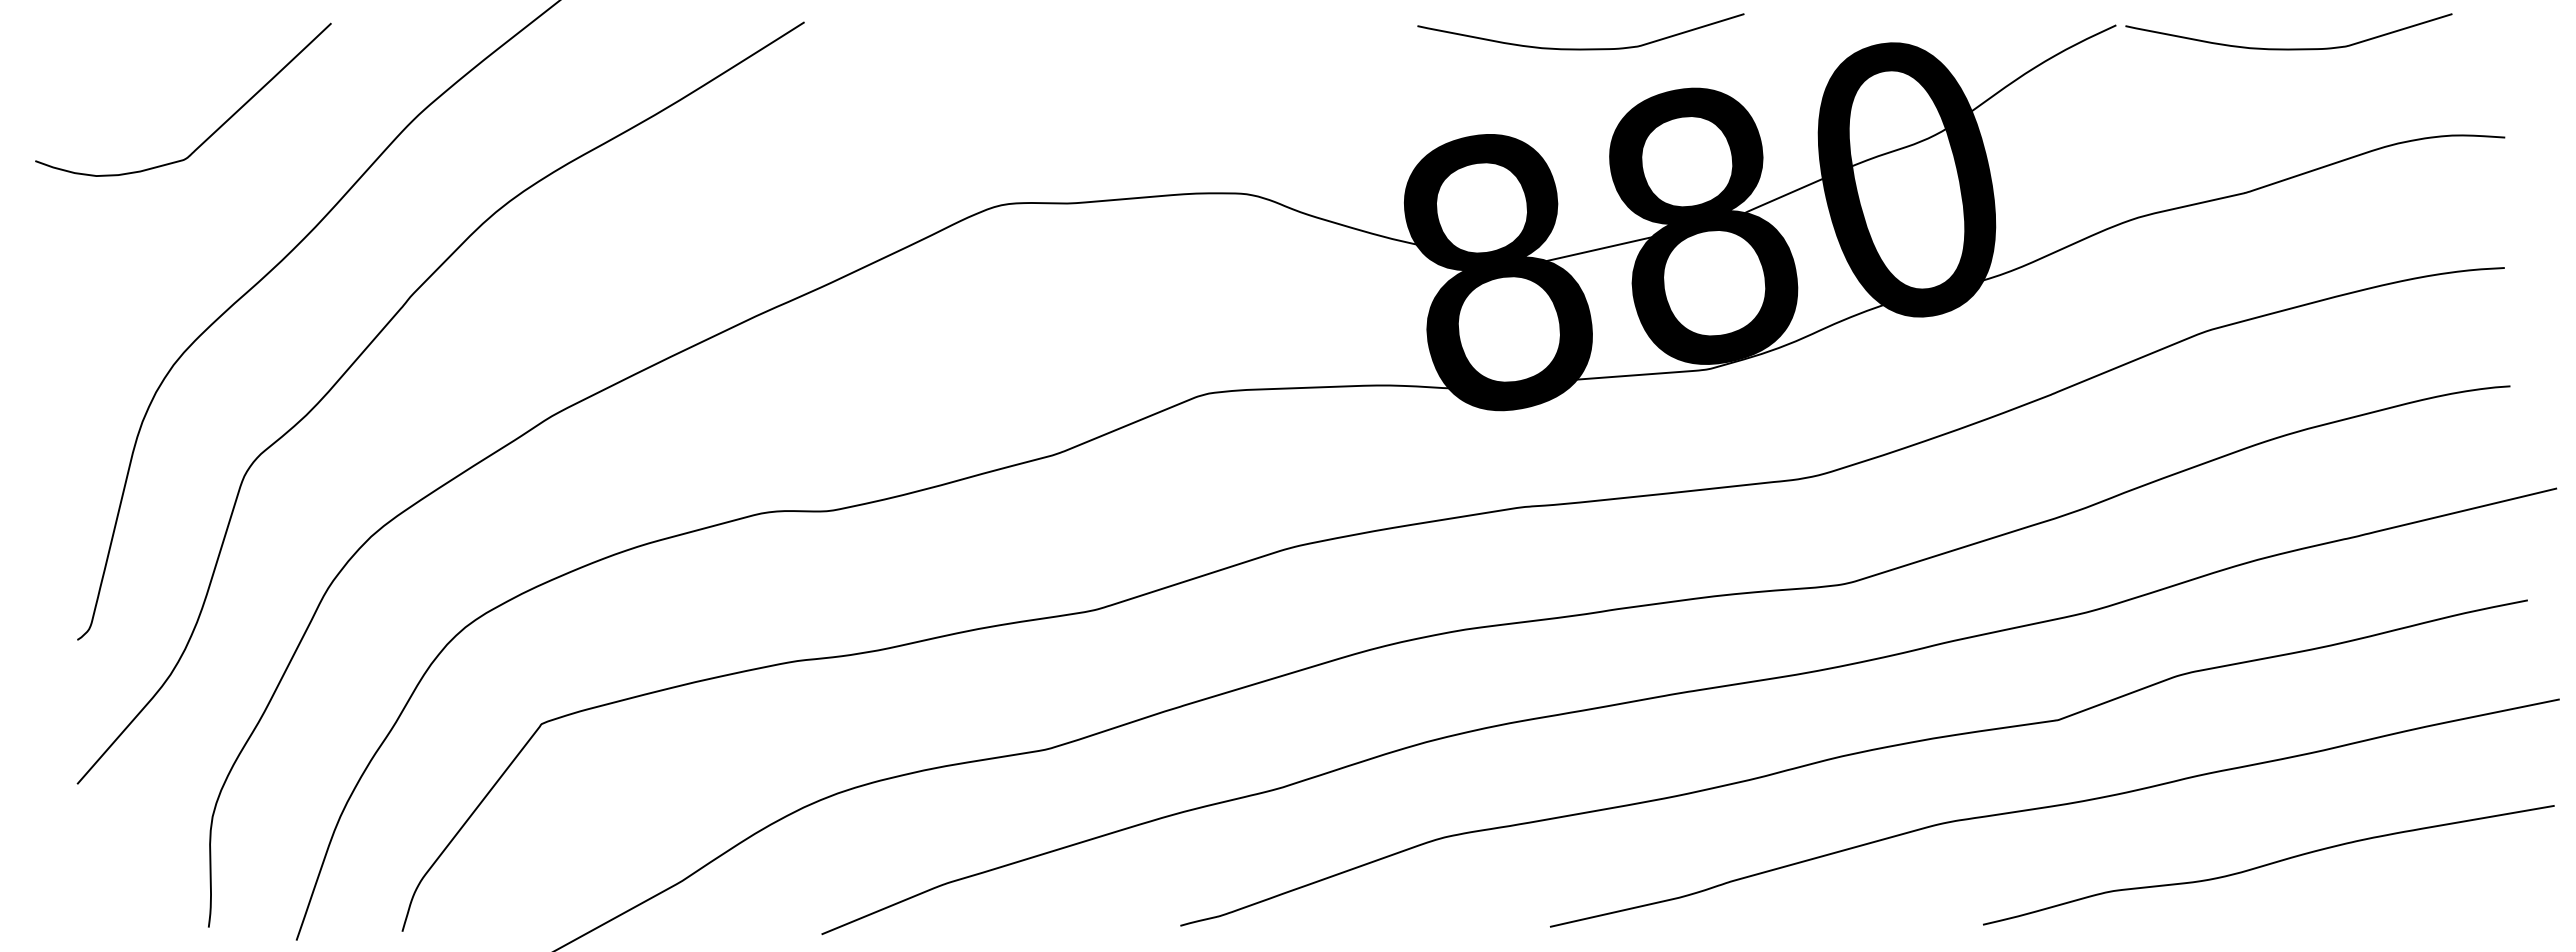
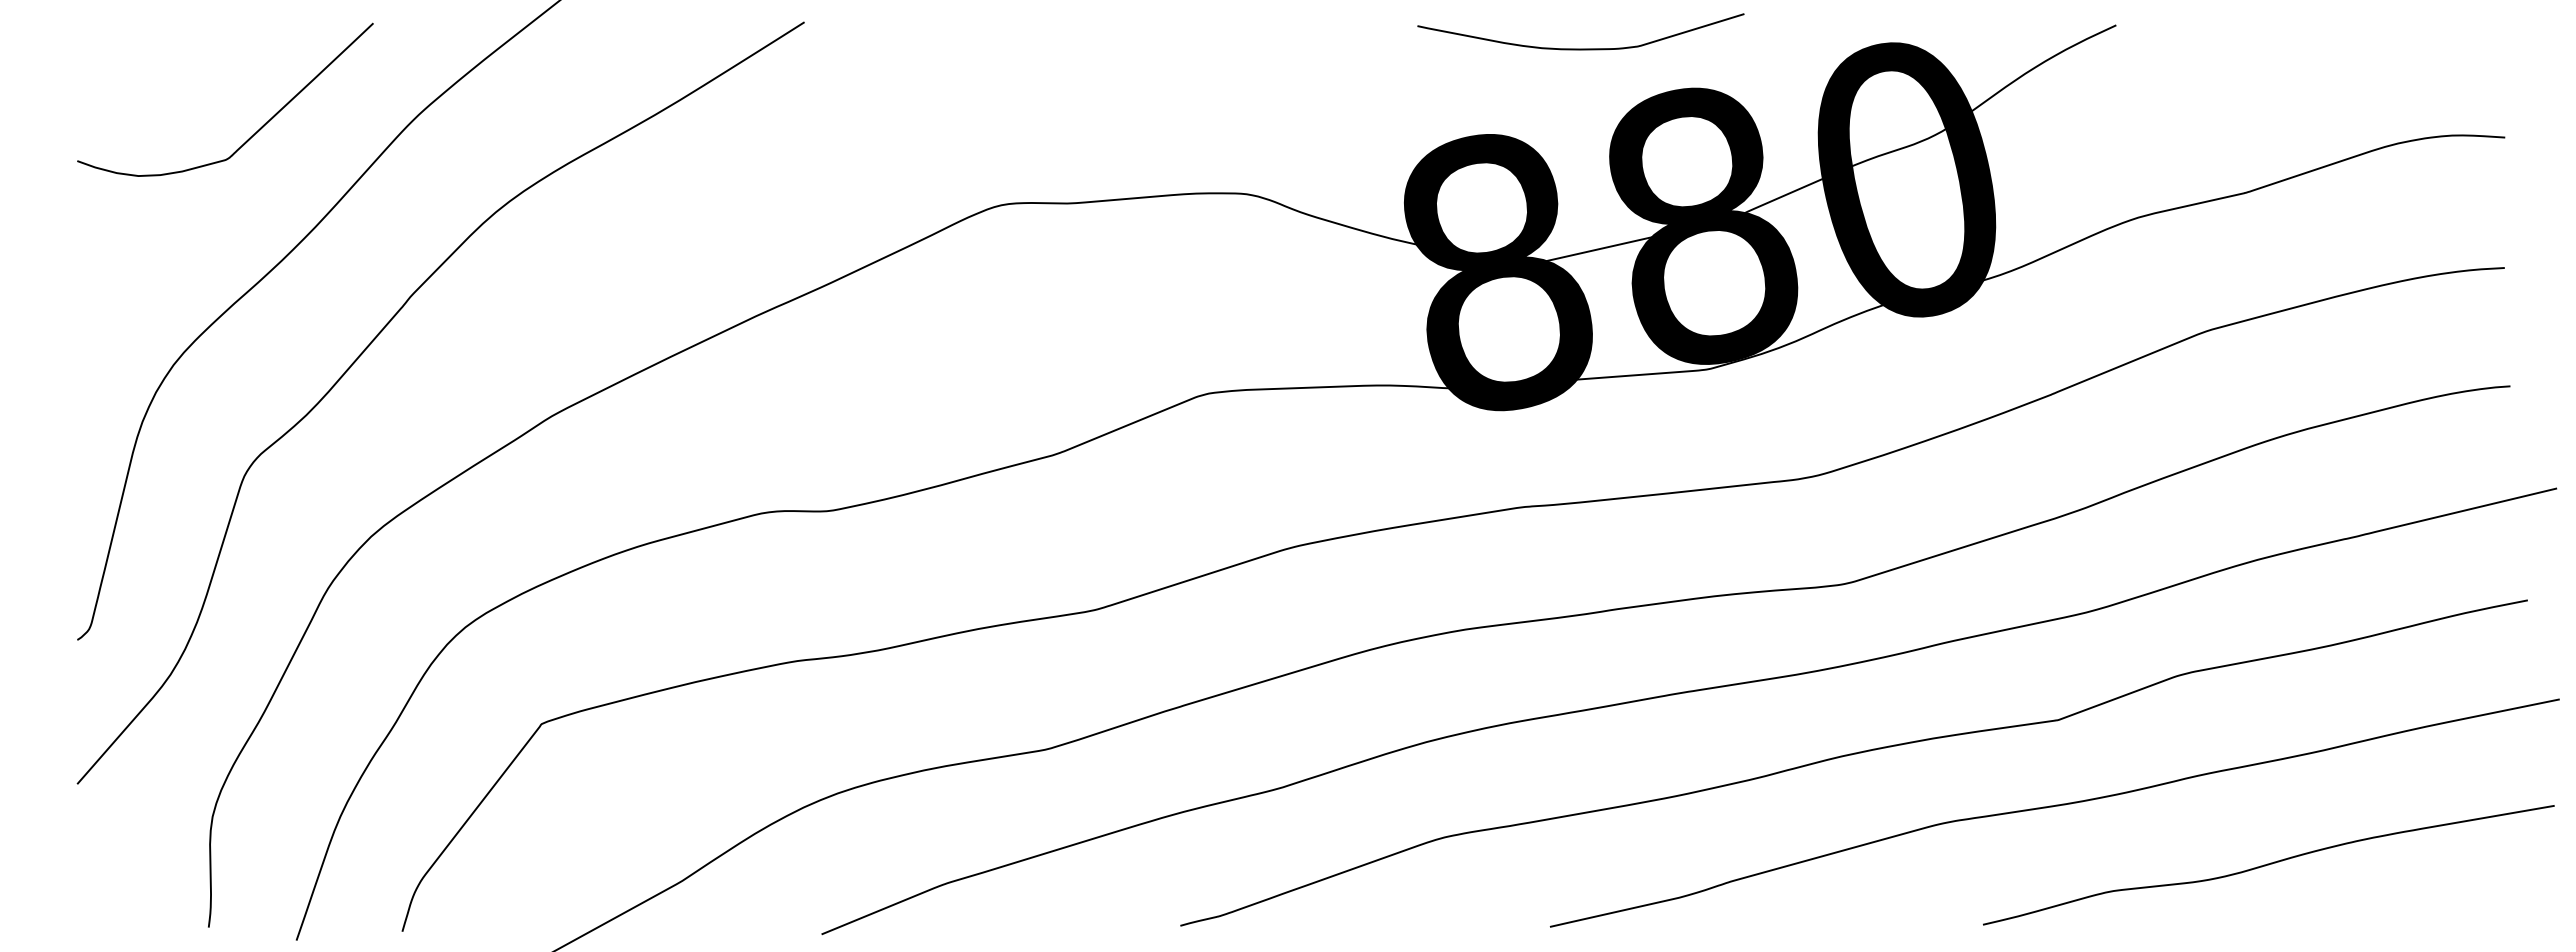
curve at (2288, 48): present -> none
curve at (209, 135) position: (209, 135) -> (251, 135)
